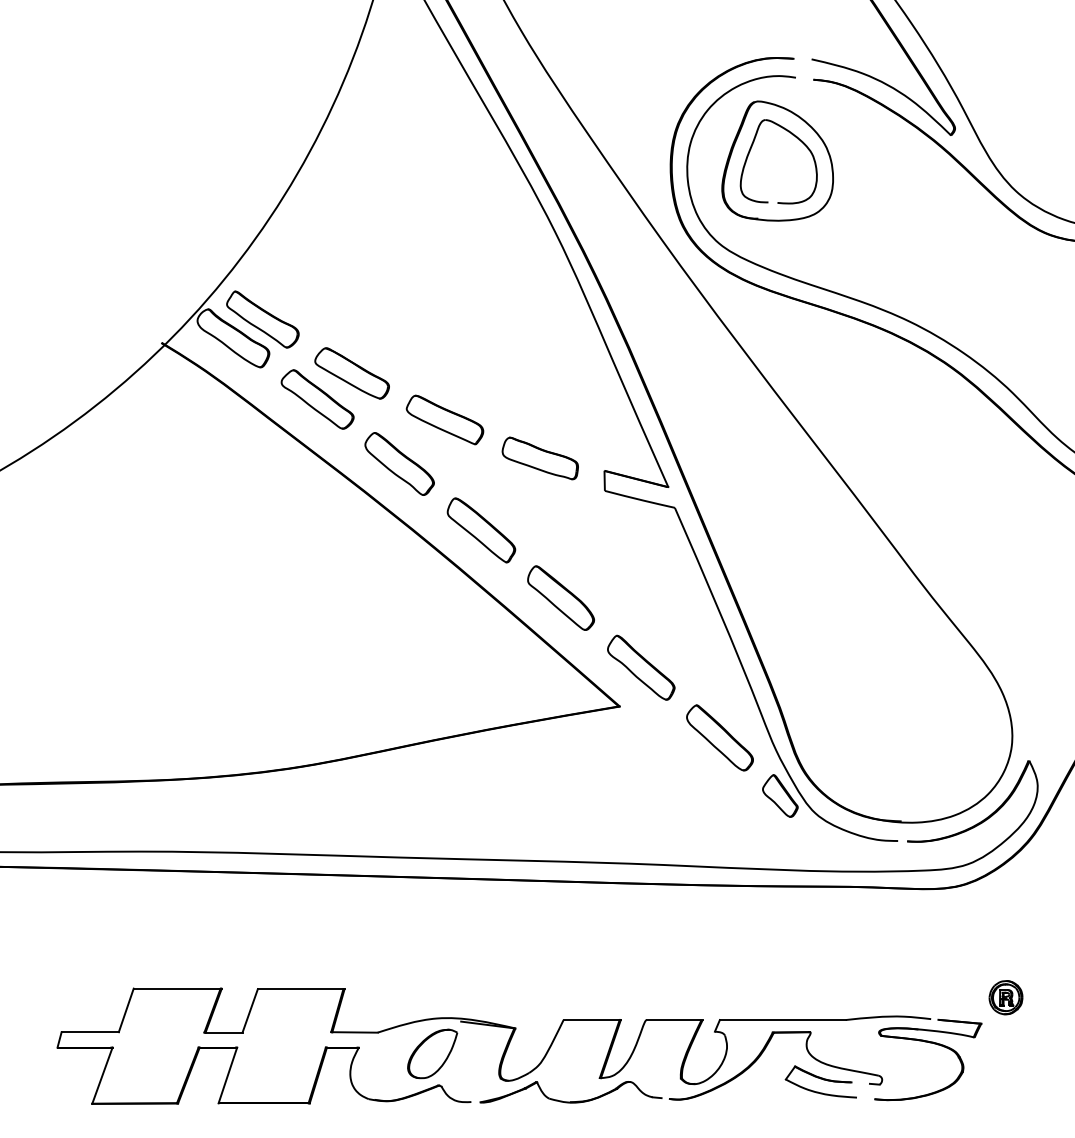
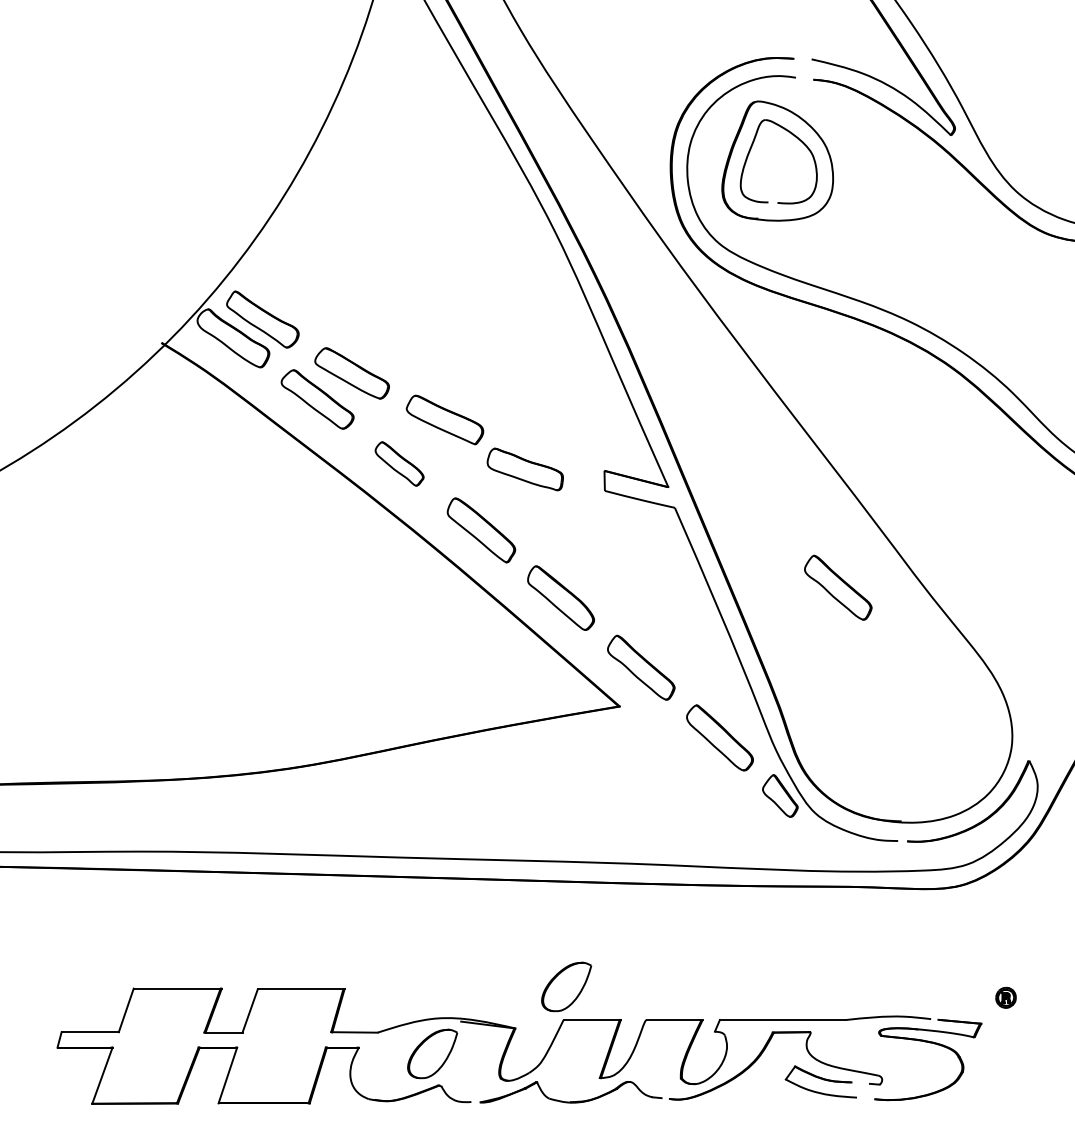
part at (539, 458) position: (539, 458) -> (524, 469)
part at (399, 463) size: 71x64 px -> 51x46 px
part at (838, 587): none -> present
part at (566, 986): none -> present
part at (1005, 997) size: 36x36 px -> 22x23 px
